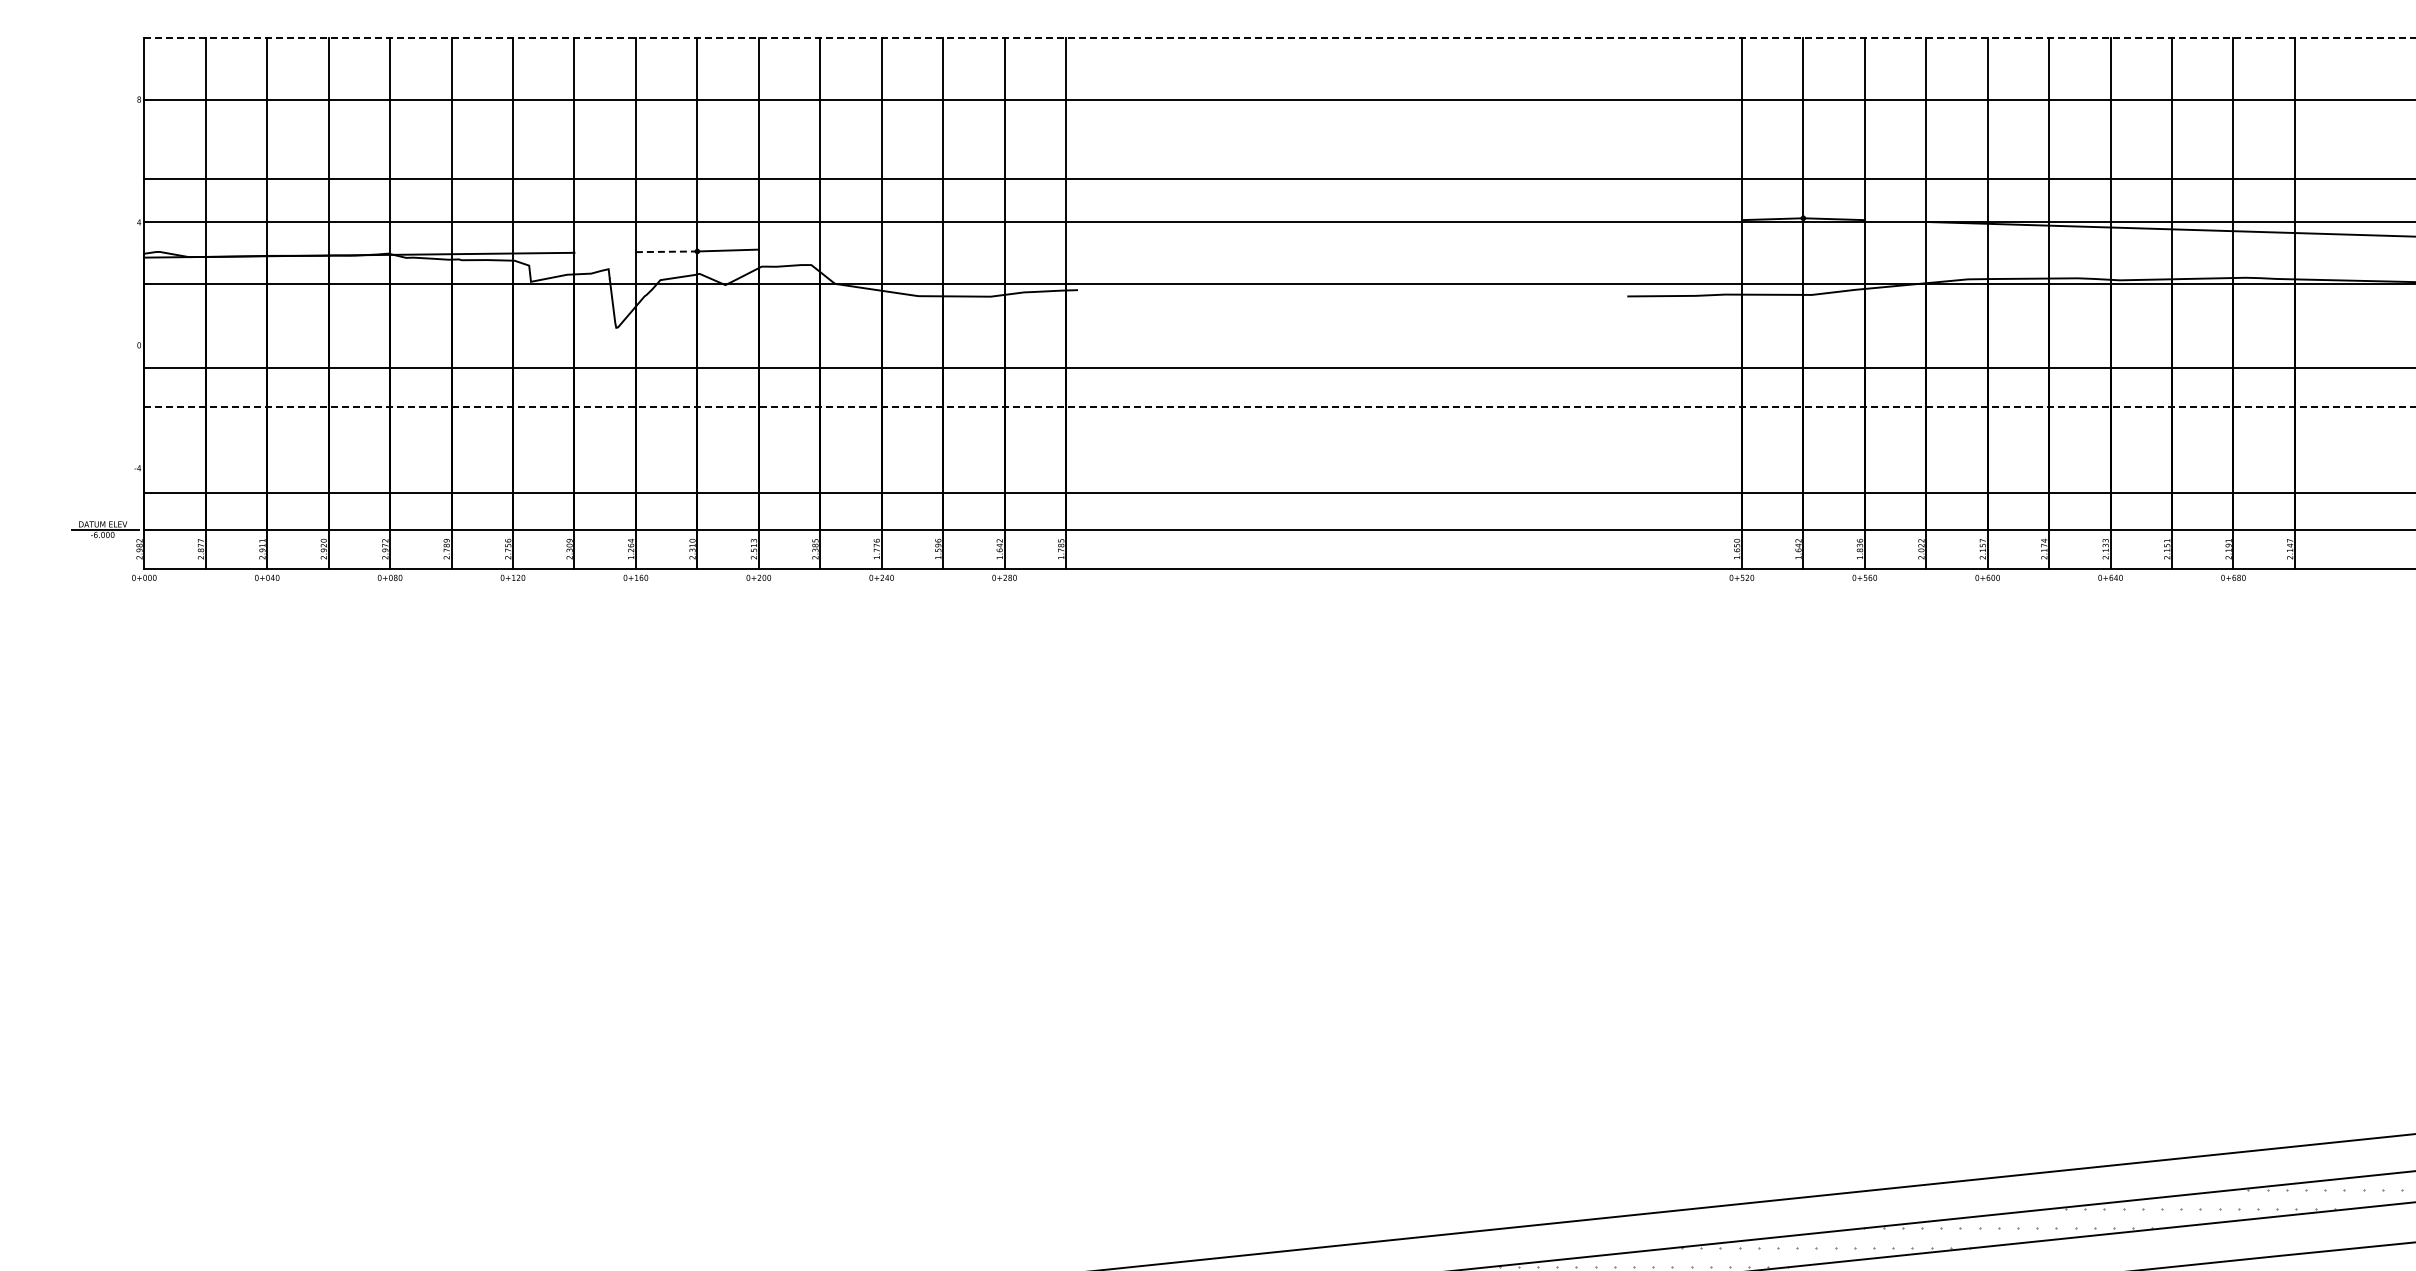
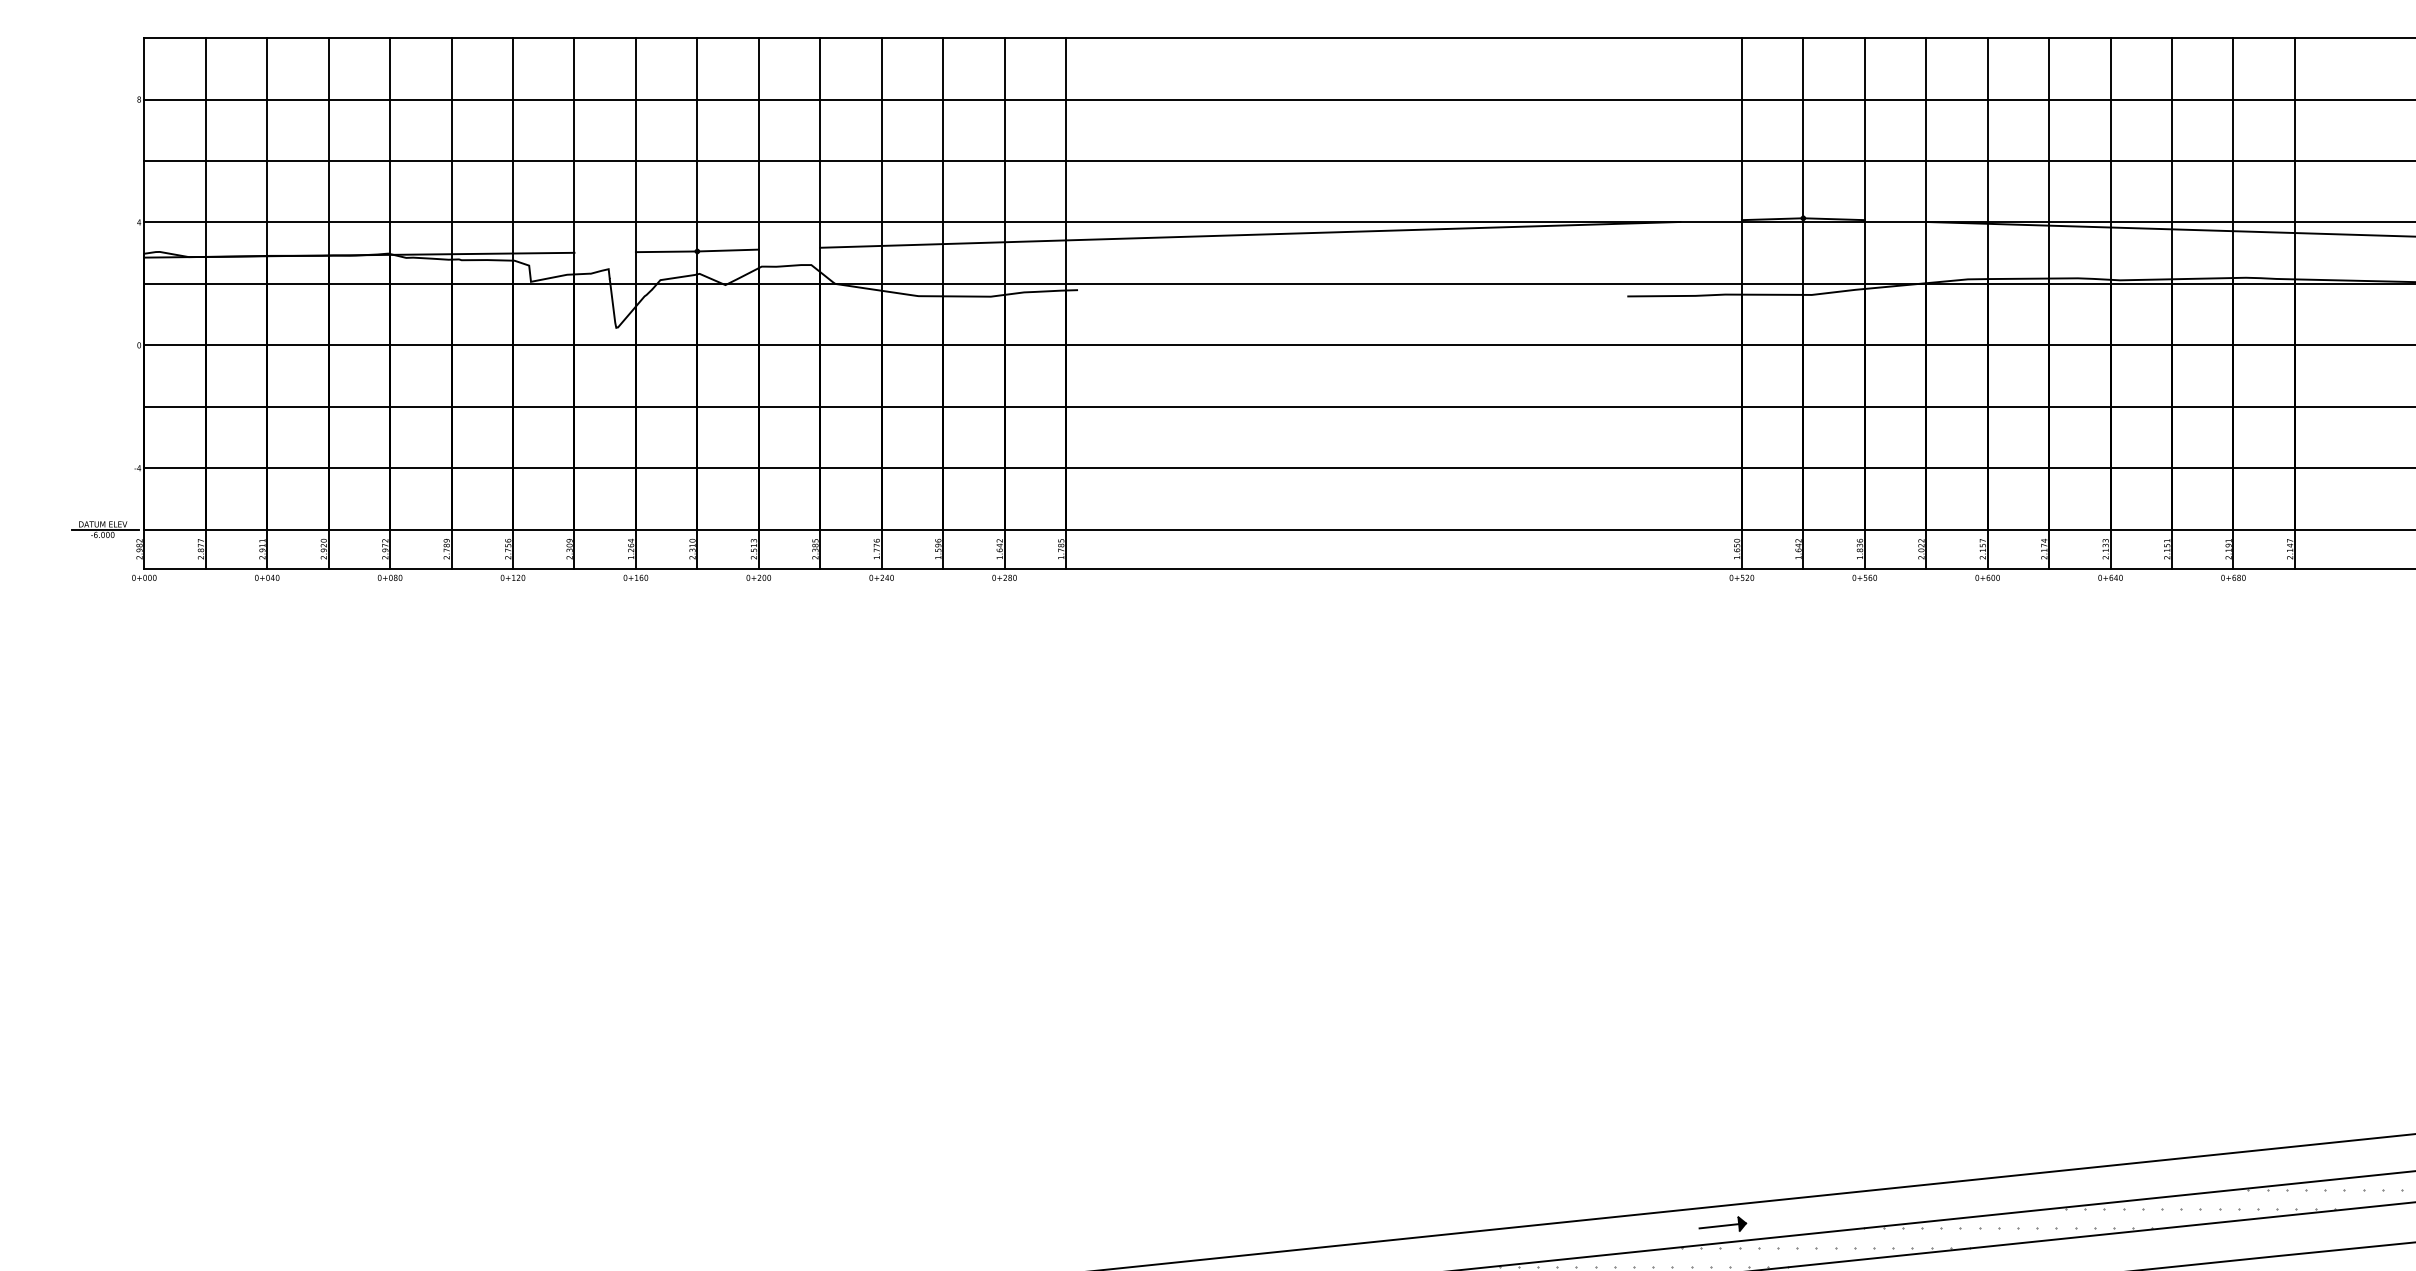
line at (1280, 38): dashed -> solid
line at (1278, 179) position: (1278, 179) -> (1278, 161)
line at (1250, 234): none -> present
line at (666, 251): dashed -> solid
line at (1278, 368) position: (1278, 368) -> (1278, 345)
line at (1280, 406): dashed -> solid
line at (1278, 493) position: (1278, 493) -> (1278, 468)
part at (1722, 1223): none -> present
